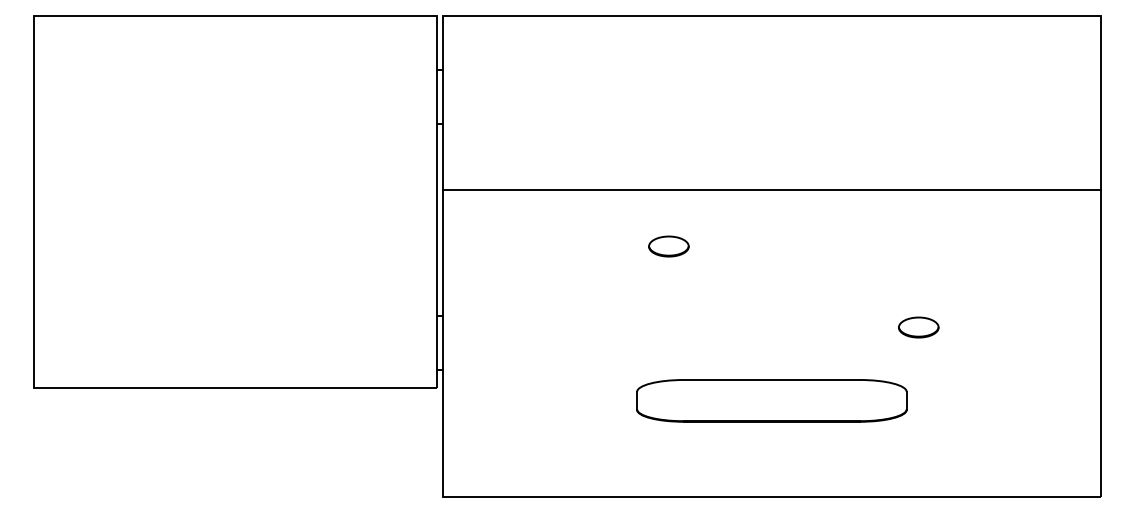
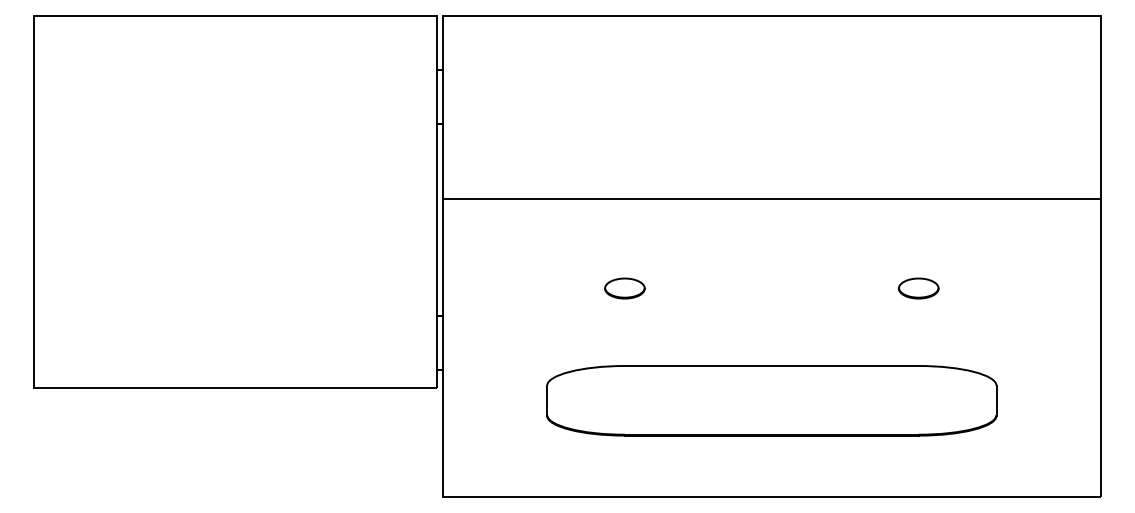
line at (771, 189) position: (771, 189) -> (771, 198)
part at (668, 246) position: (668, 246) -> (624, 288)
part at (918, 327) position: (918, 327) -> (918, 288)
part at (771, 400) size: 272x44 px -> 452x72 px
